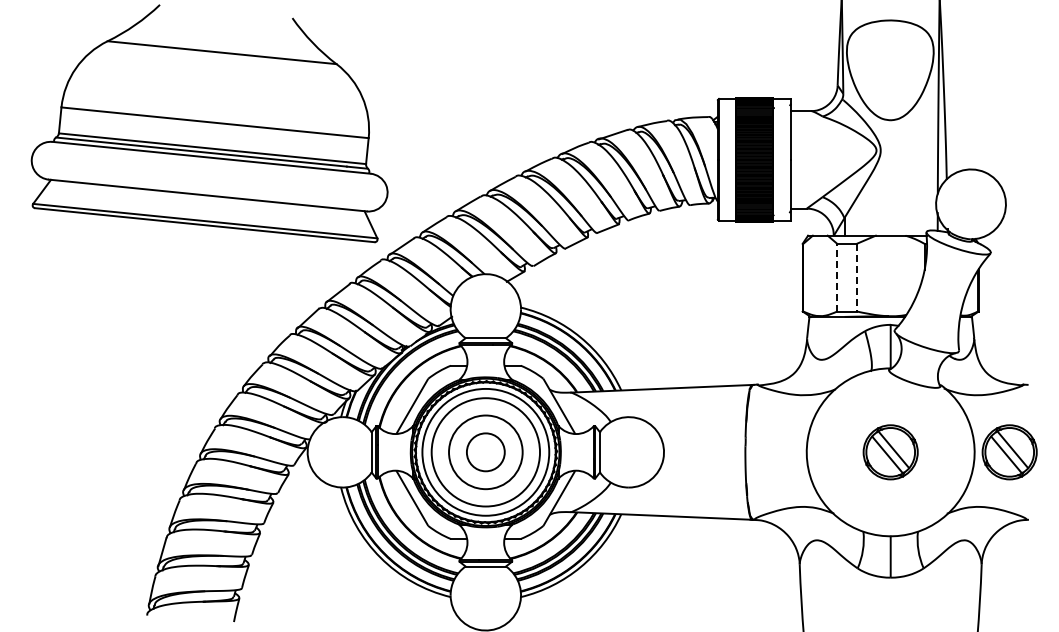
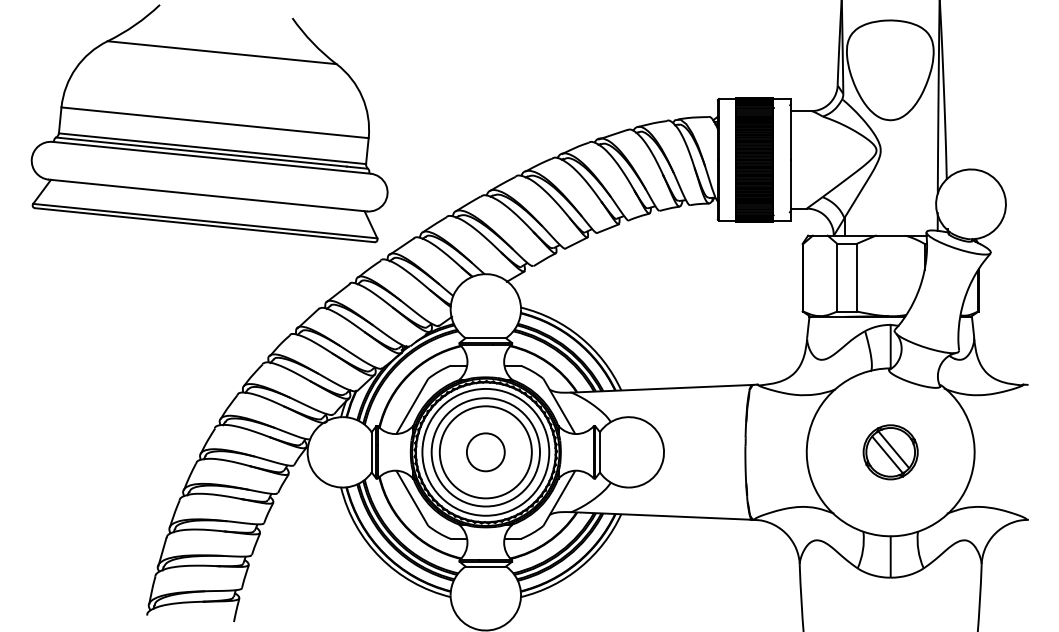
line at (837, 277): dashed -> solid
line at (856, 277): dashed -> solid
circle at (485, 452) diameter: 74 px -> 92 px
part at (1009, 452): present -> none
